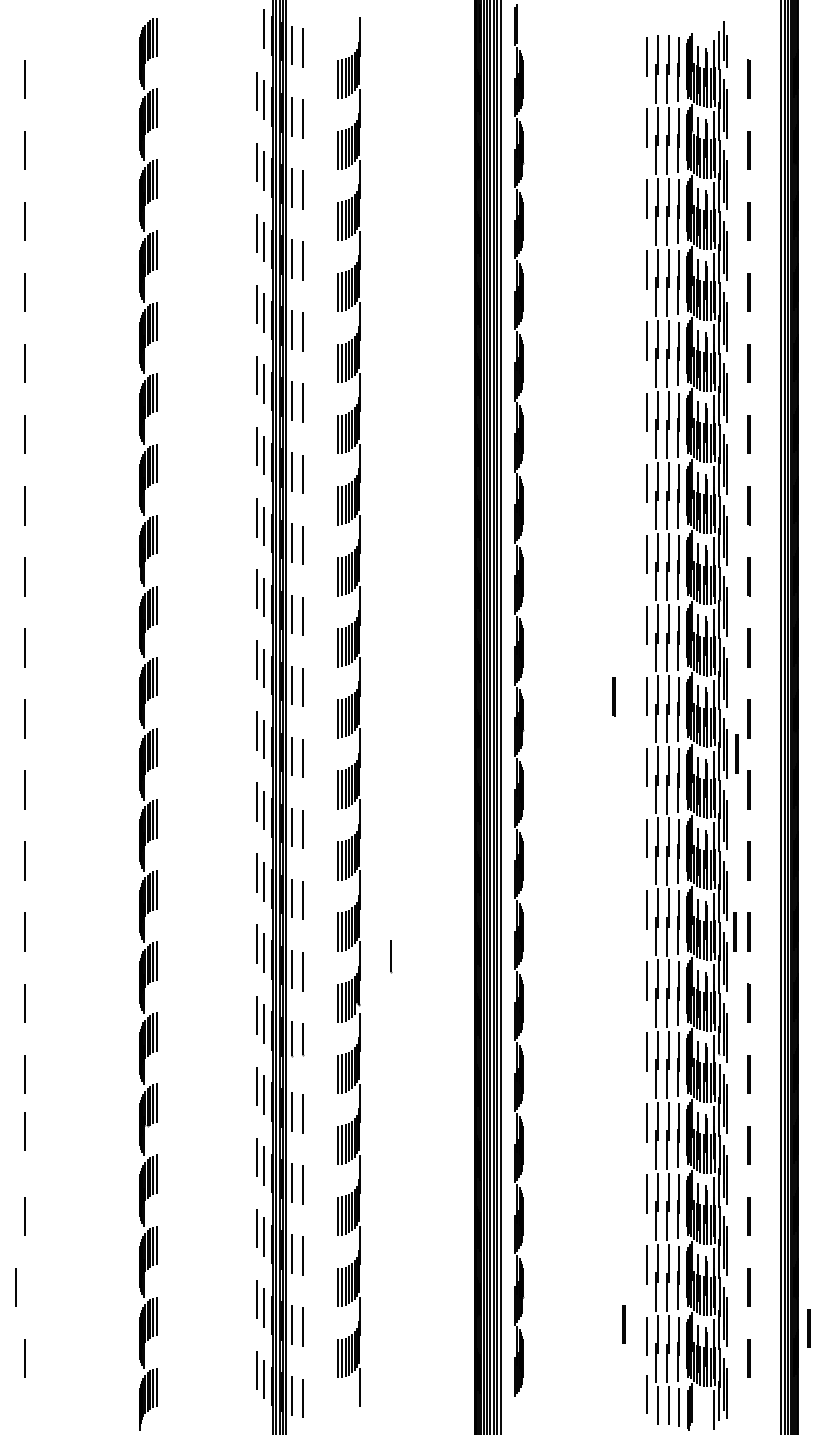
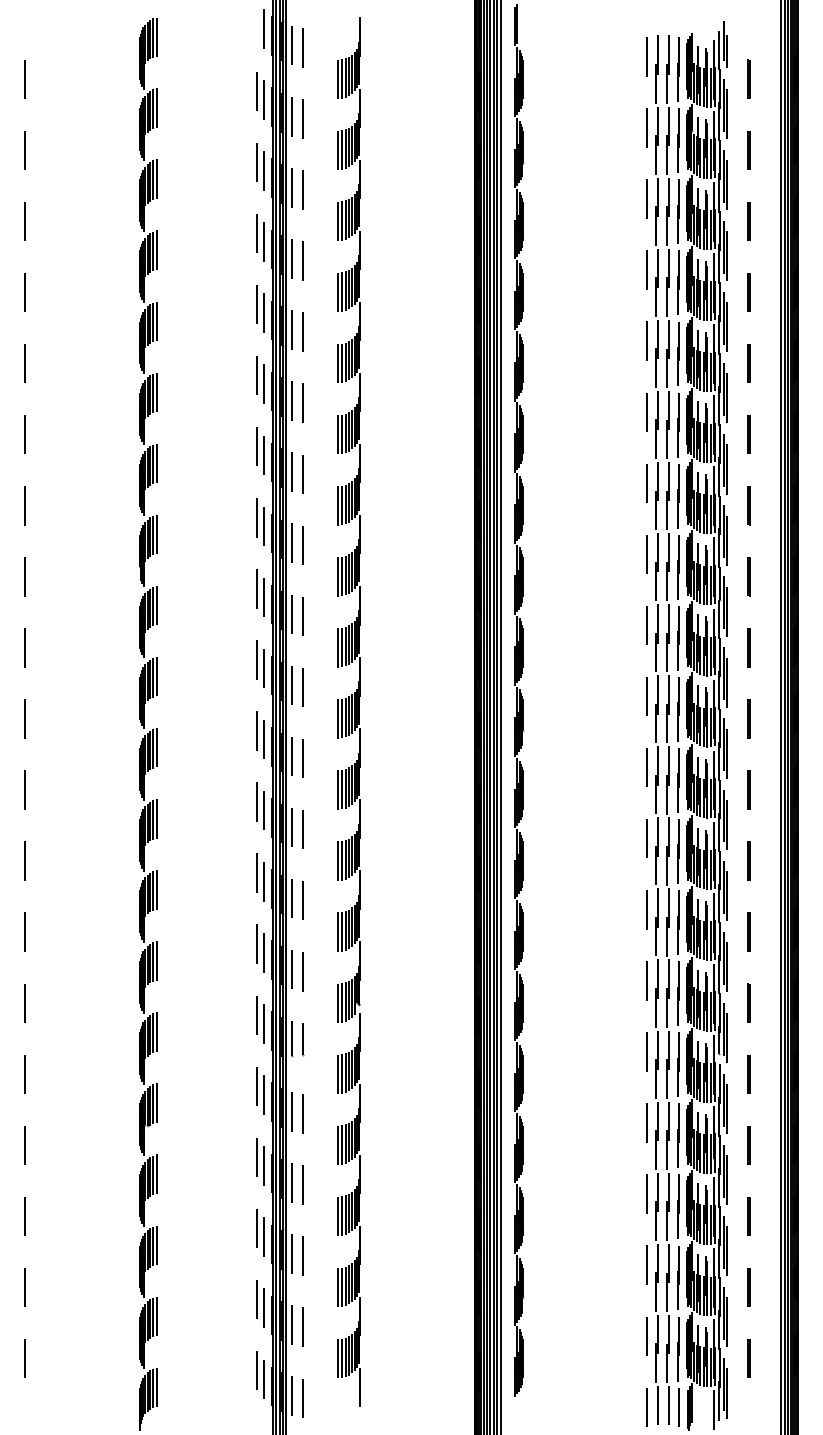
line at (613, 696): present -> none
line at (736, 753): present -> none
line at (734, 931): present -> none
line at (391, 956): present -> none
line at (24, 1131) position: (24, 1131) -> (24, 1145)
line at (15, 1287) position: (15, 1287) -> (24, 1287)
line at (623, 1324): present -> none
line at (808, 1328): present -> none
line at (646, 1394) position: (646, 1394) -> (646, 1407)
